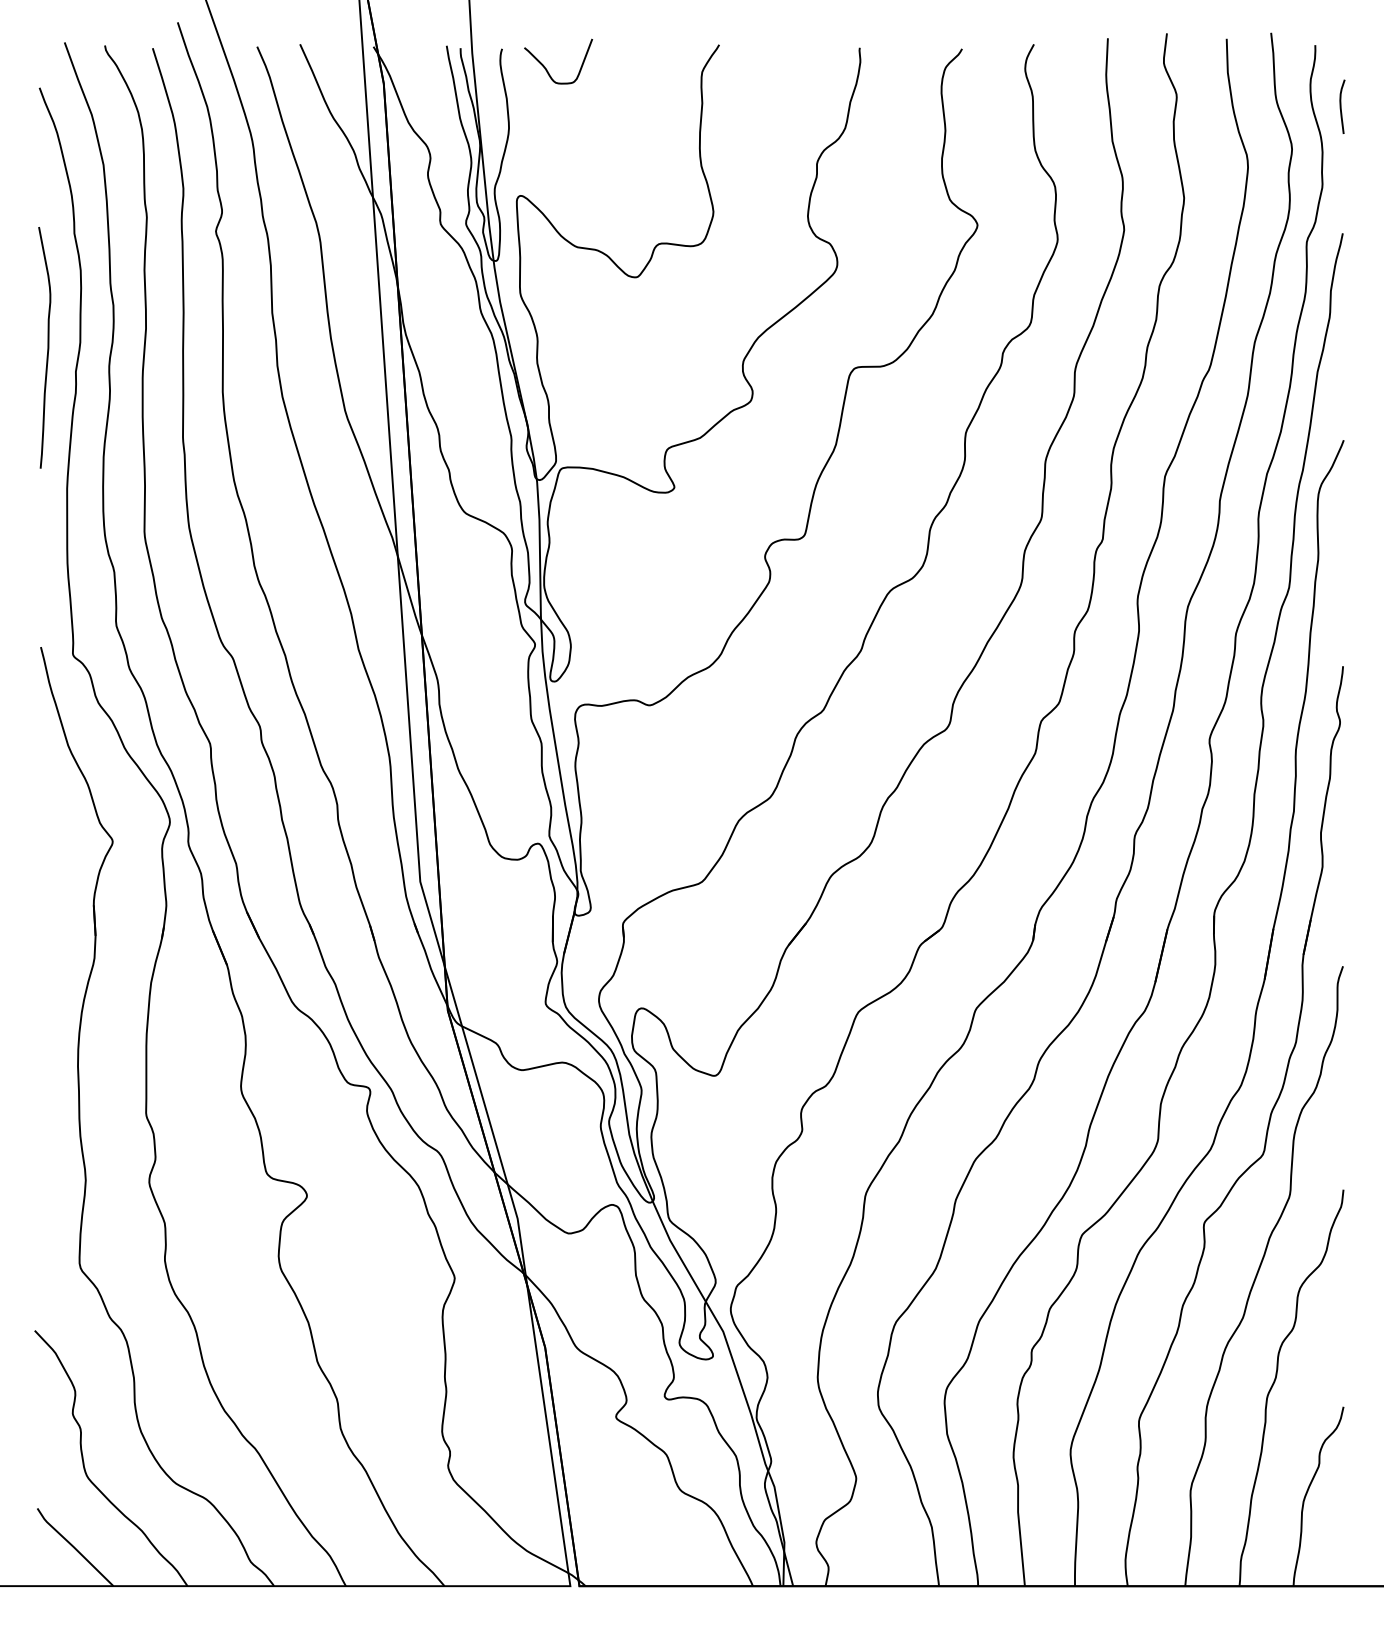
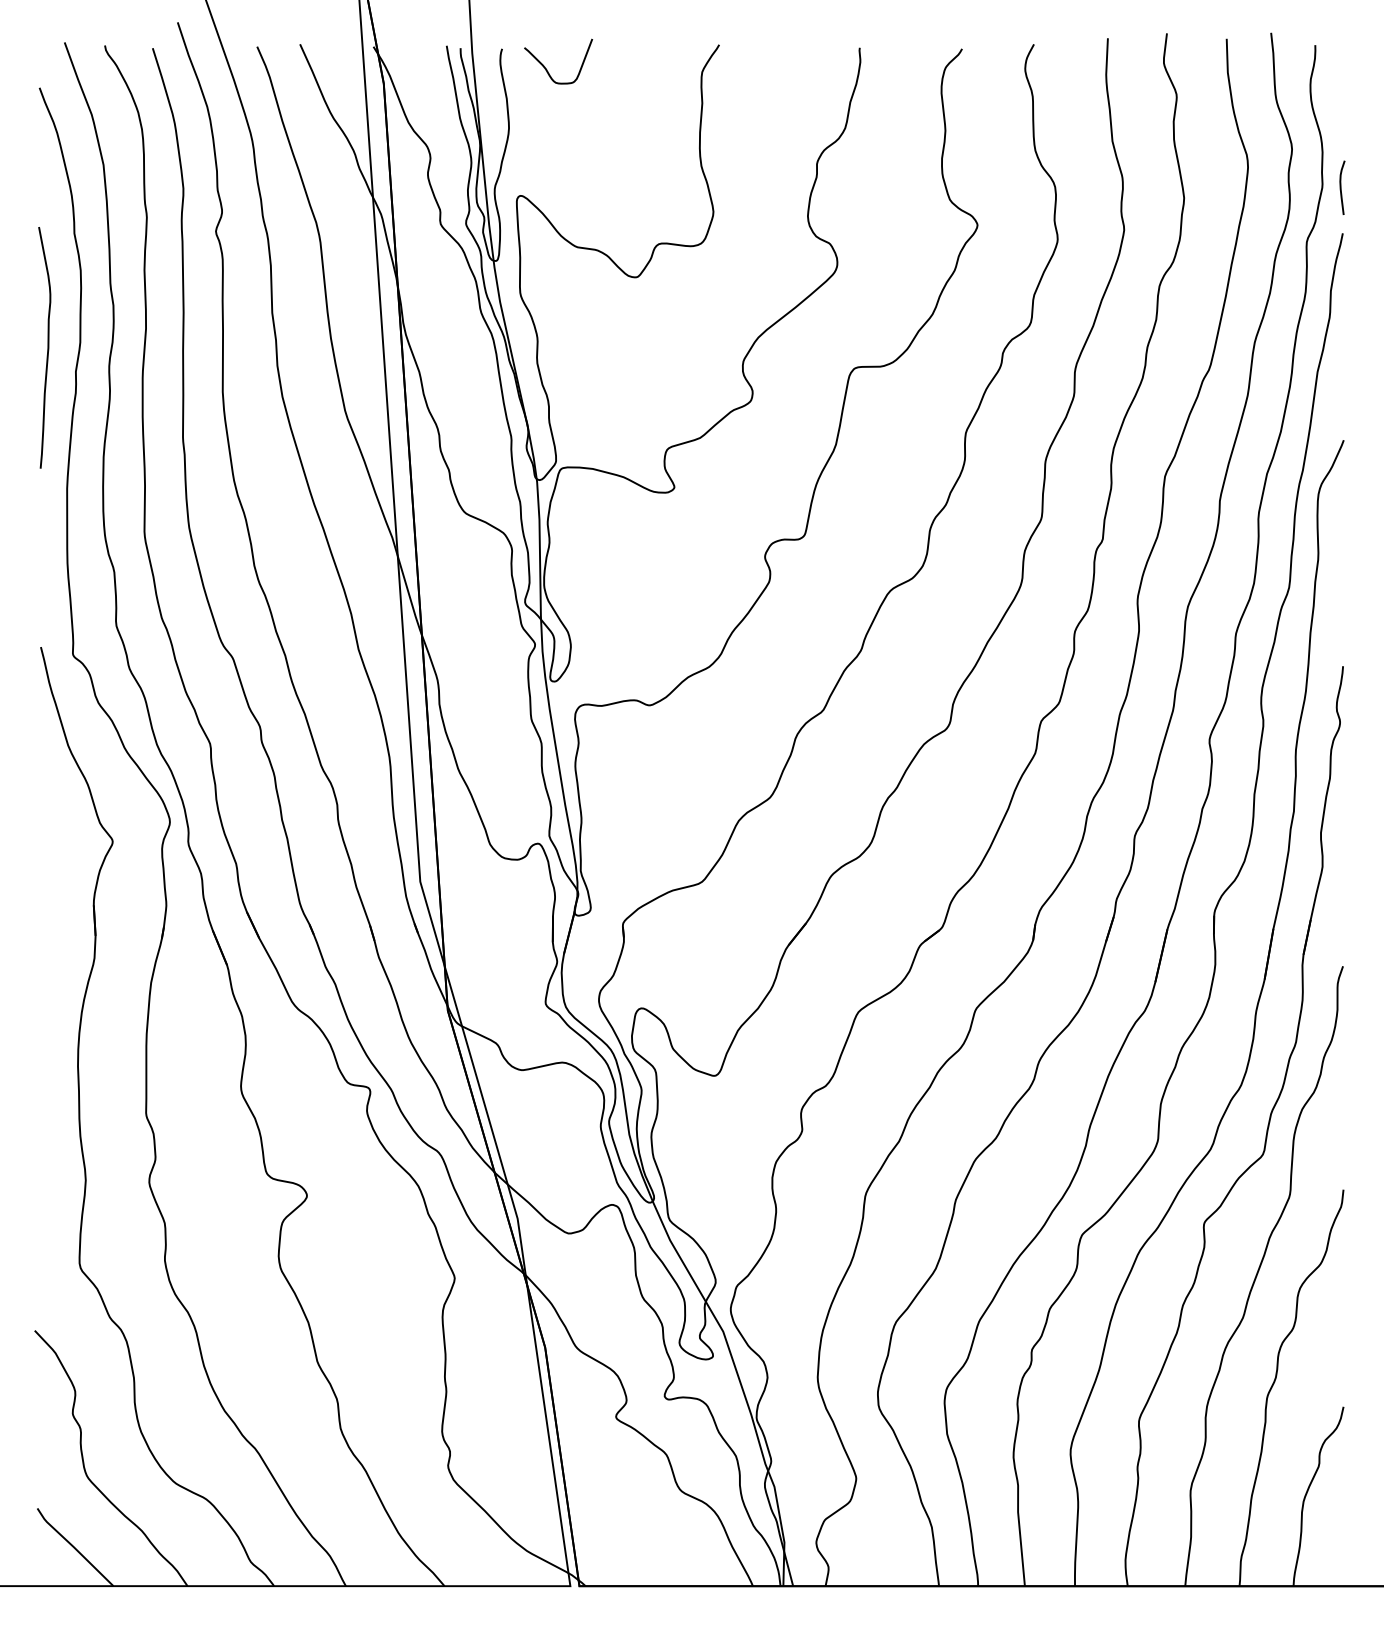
curve at (1341, 106) position: (1341, 106) -> (1341, 187)
